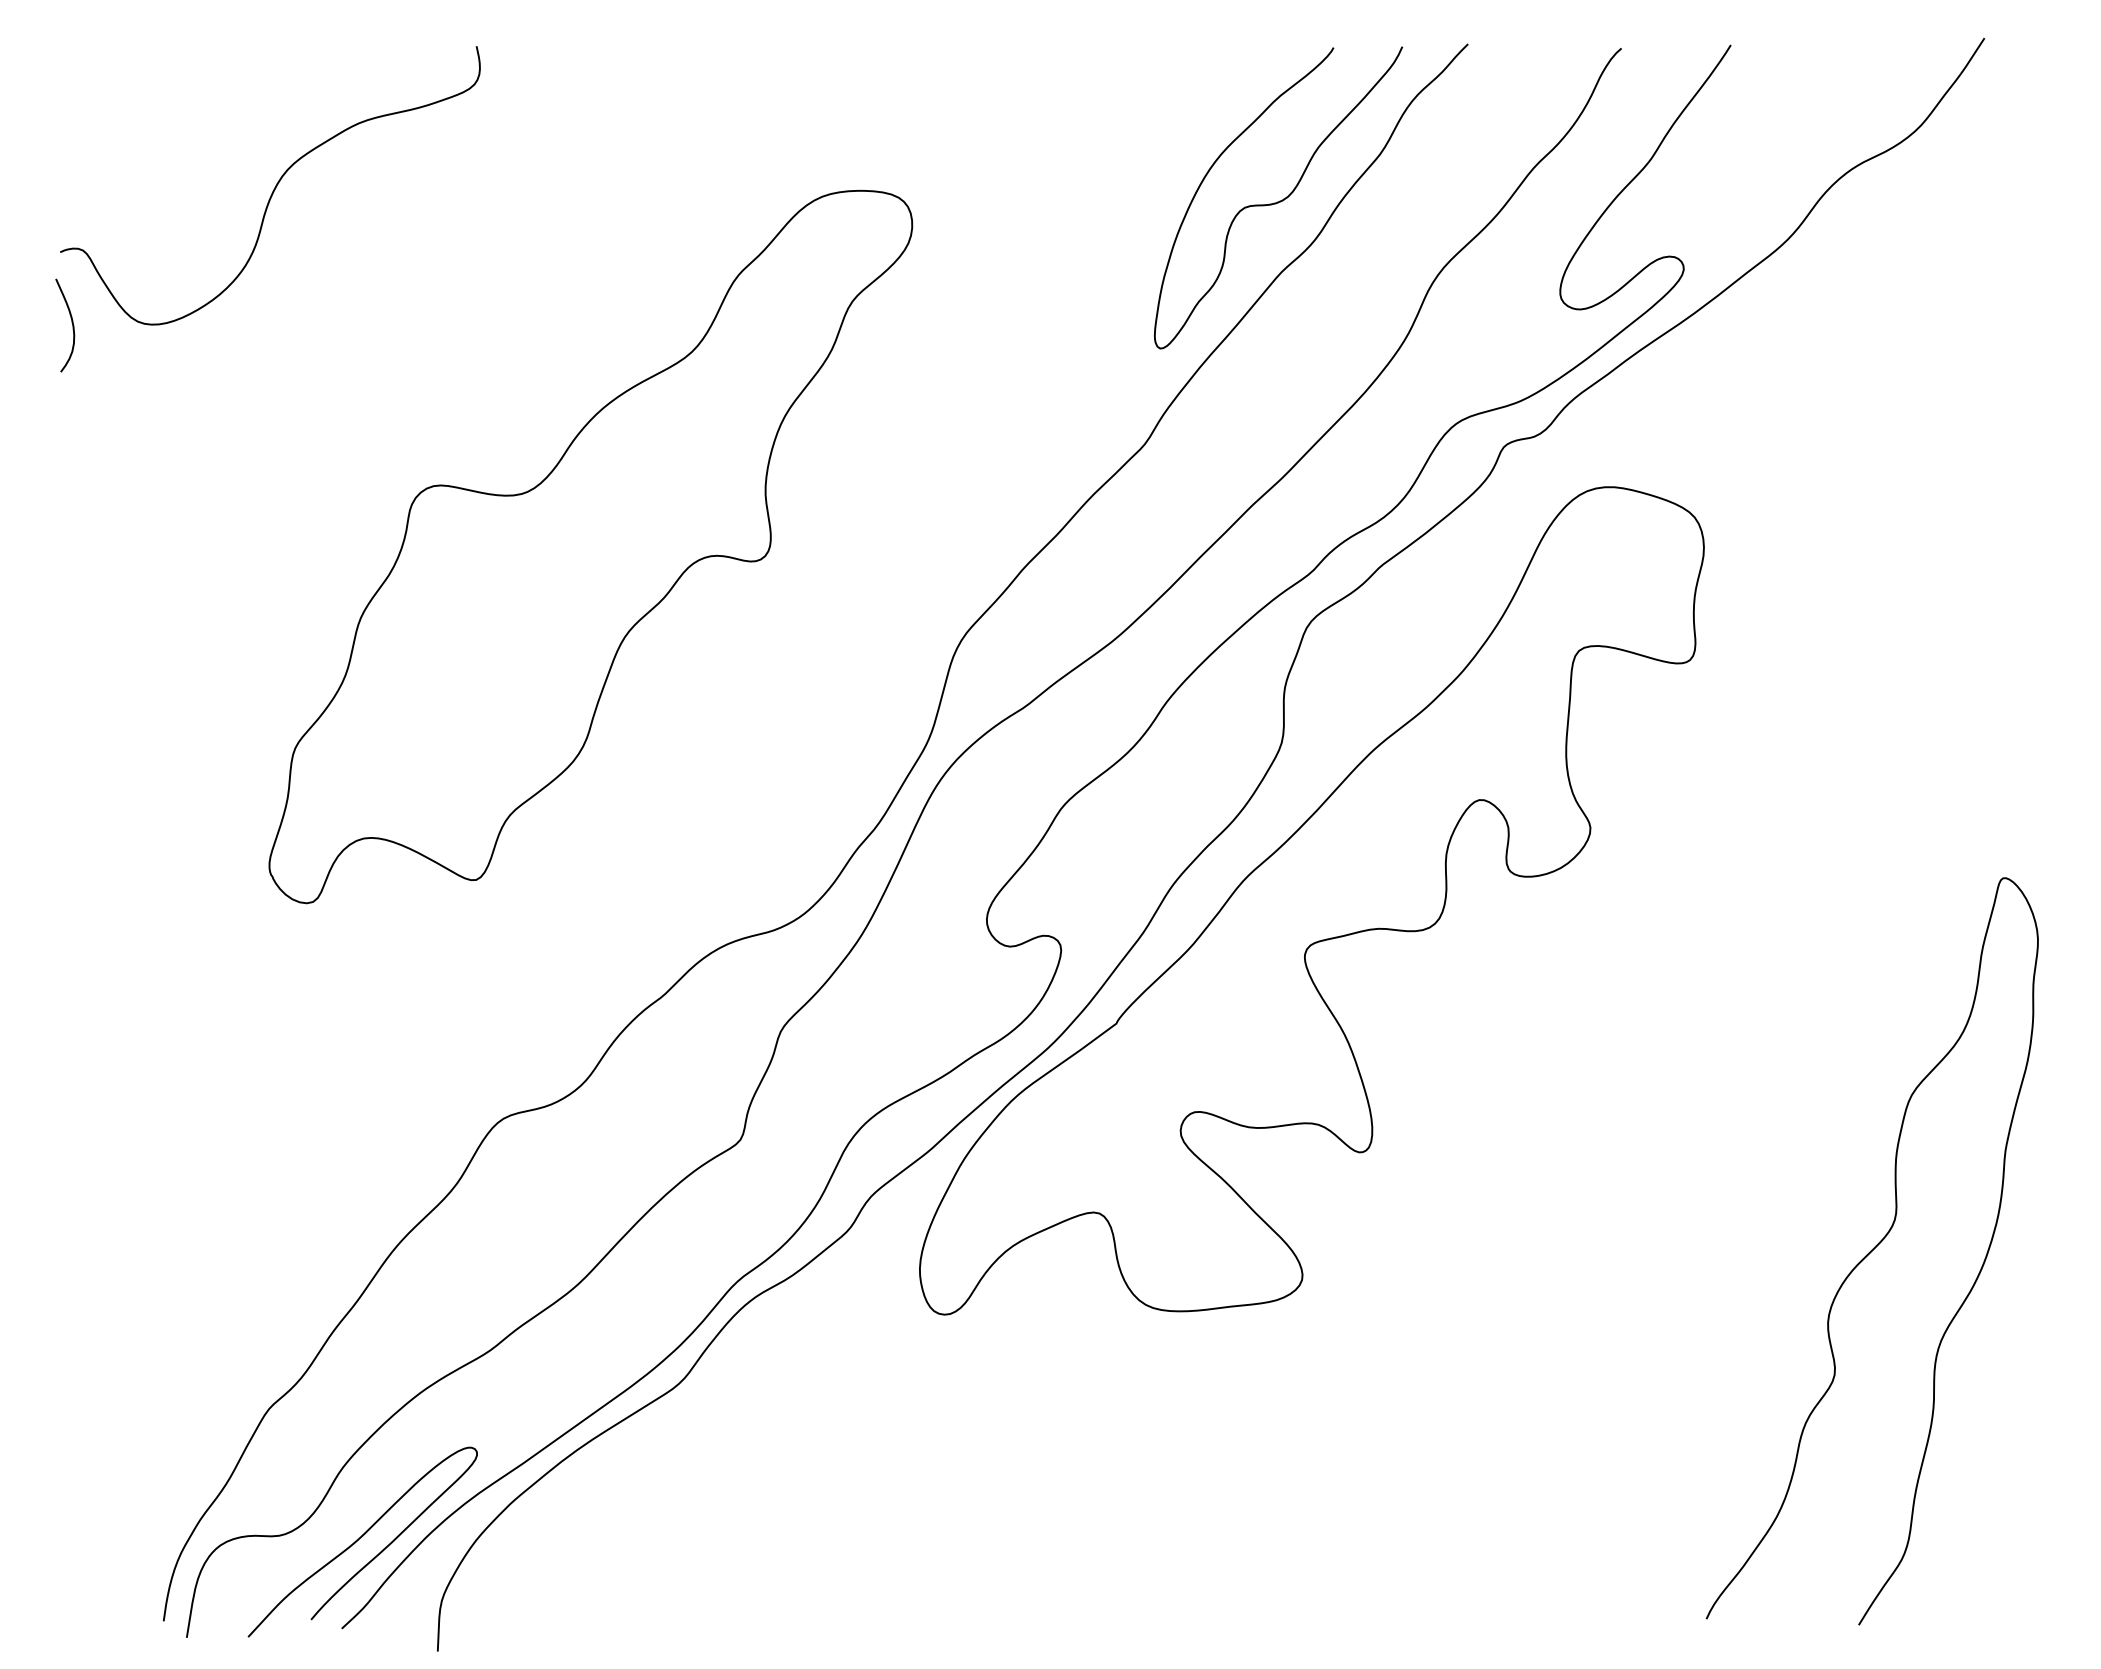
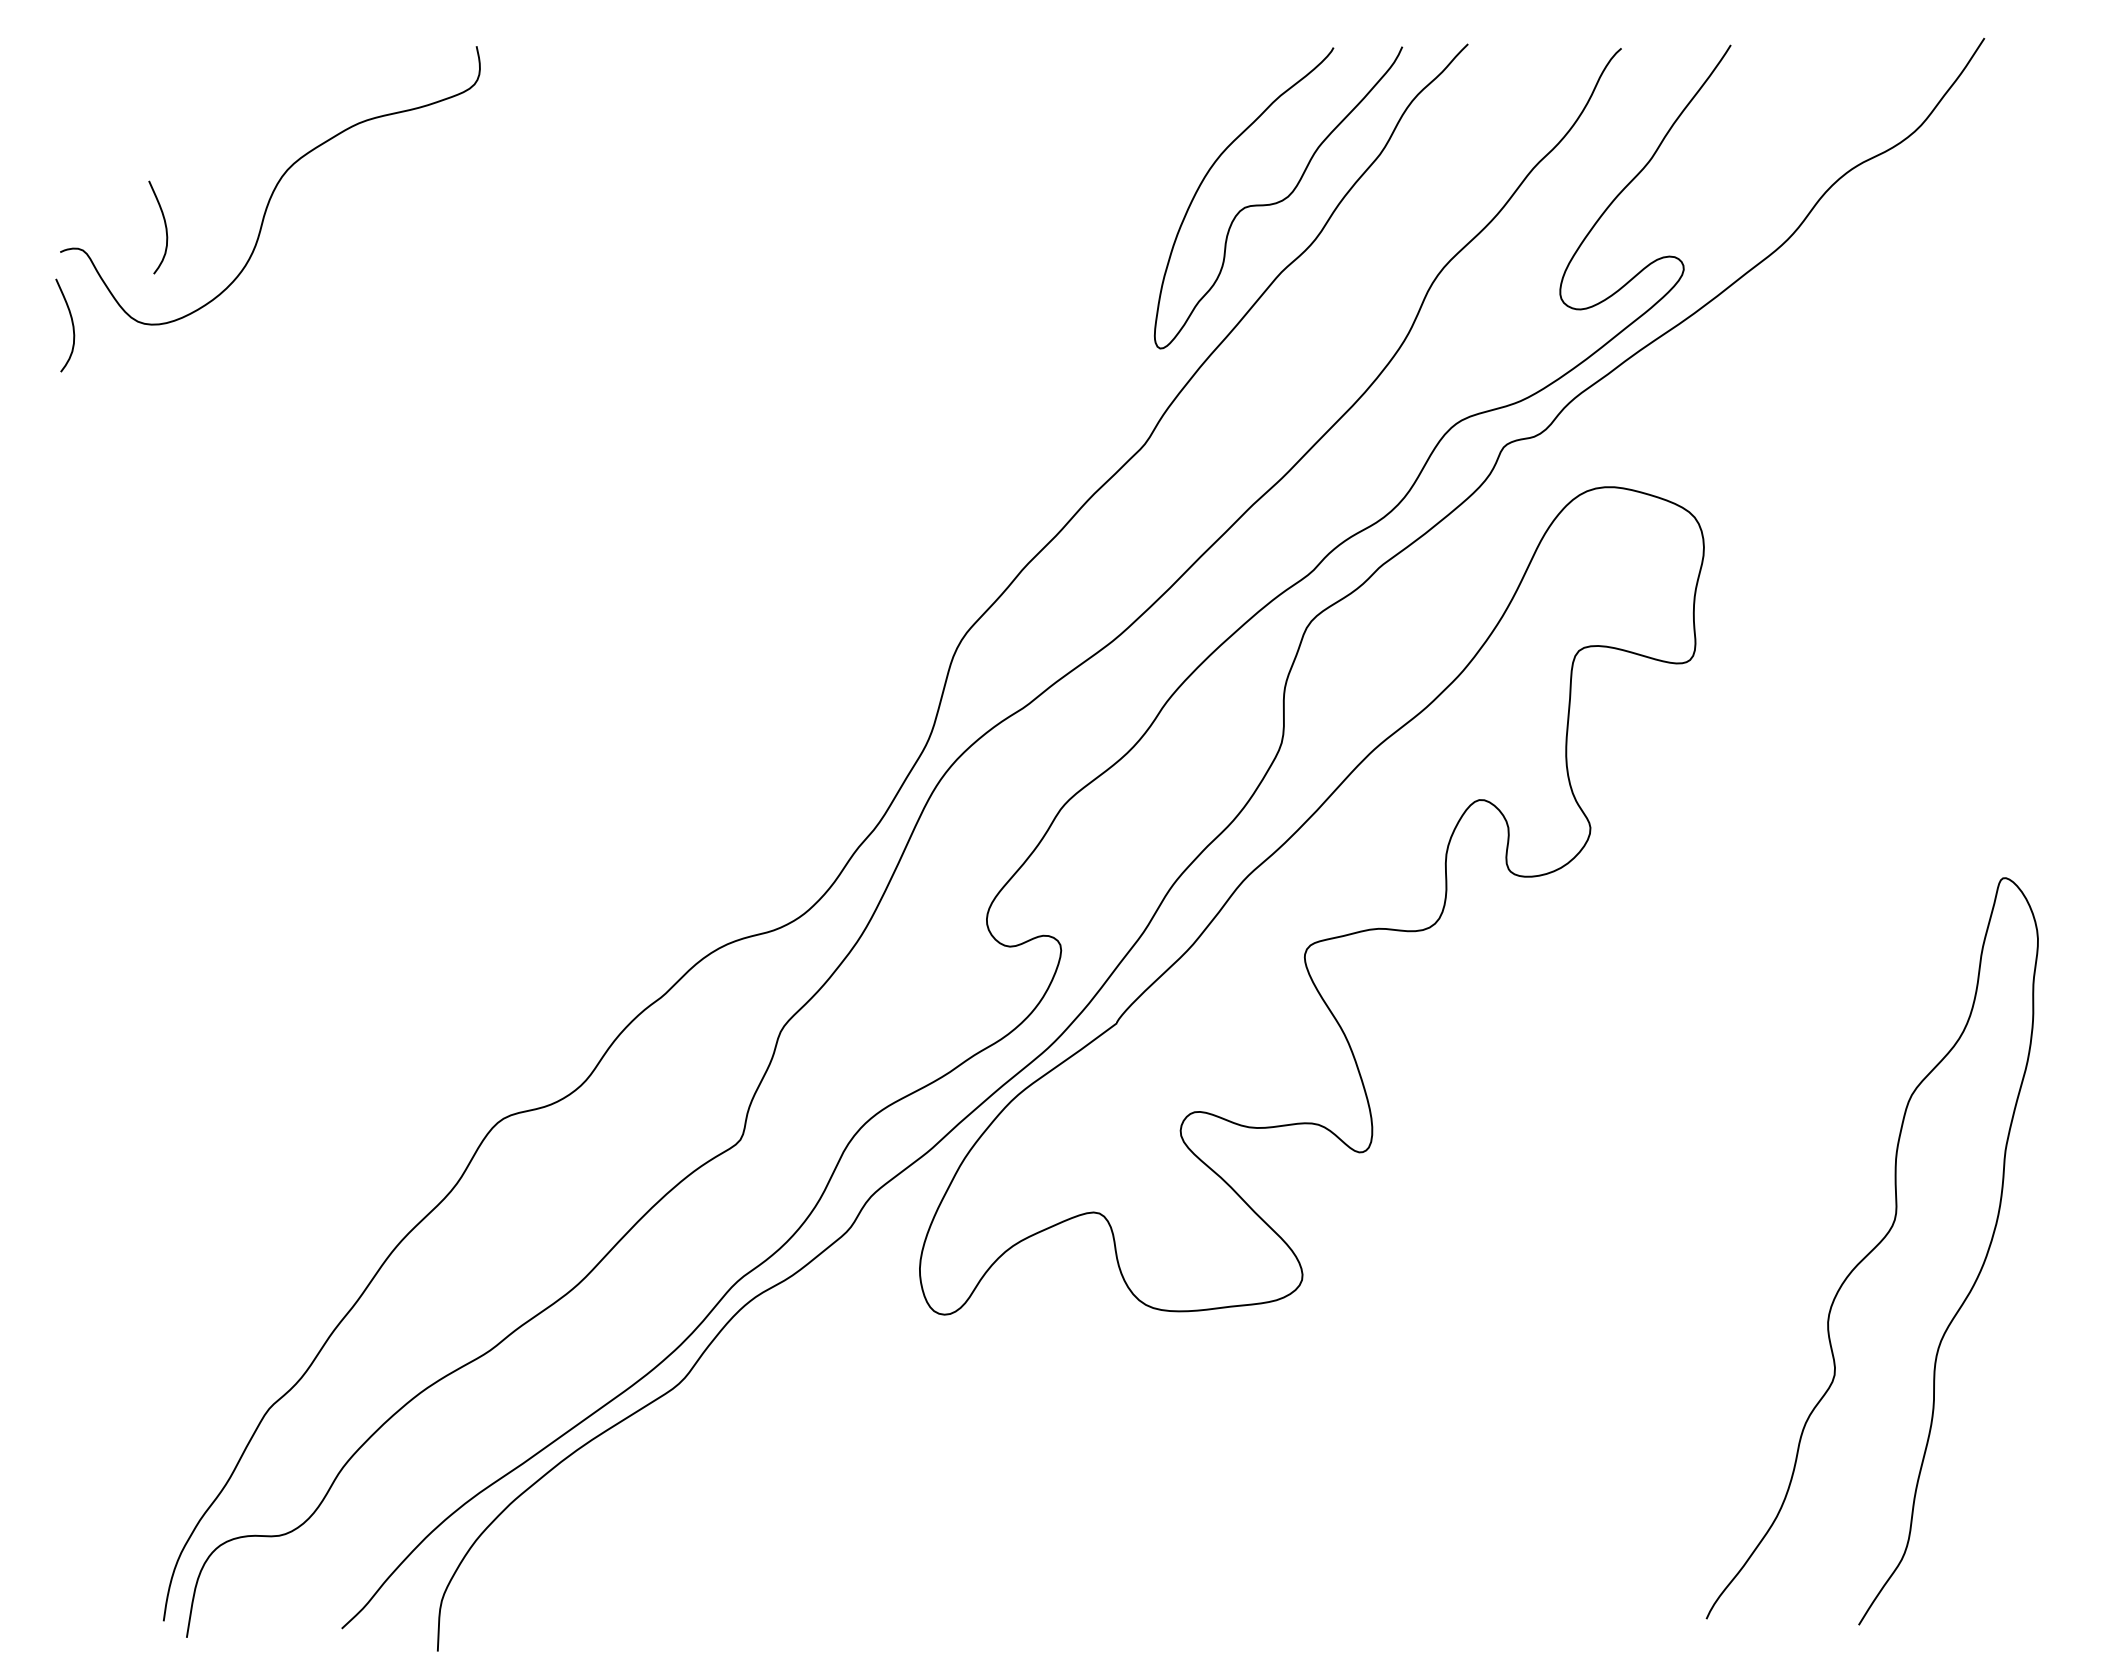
curve at (164, 225): none -> present
part at (590, 547): present -> none
curve at (360, 1538): present -> none
